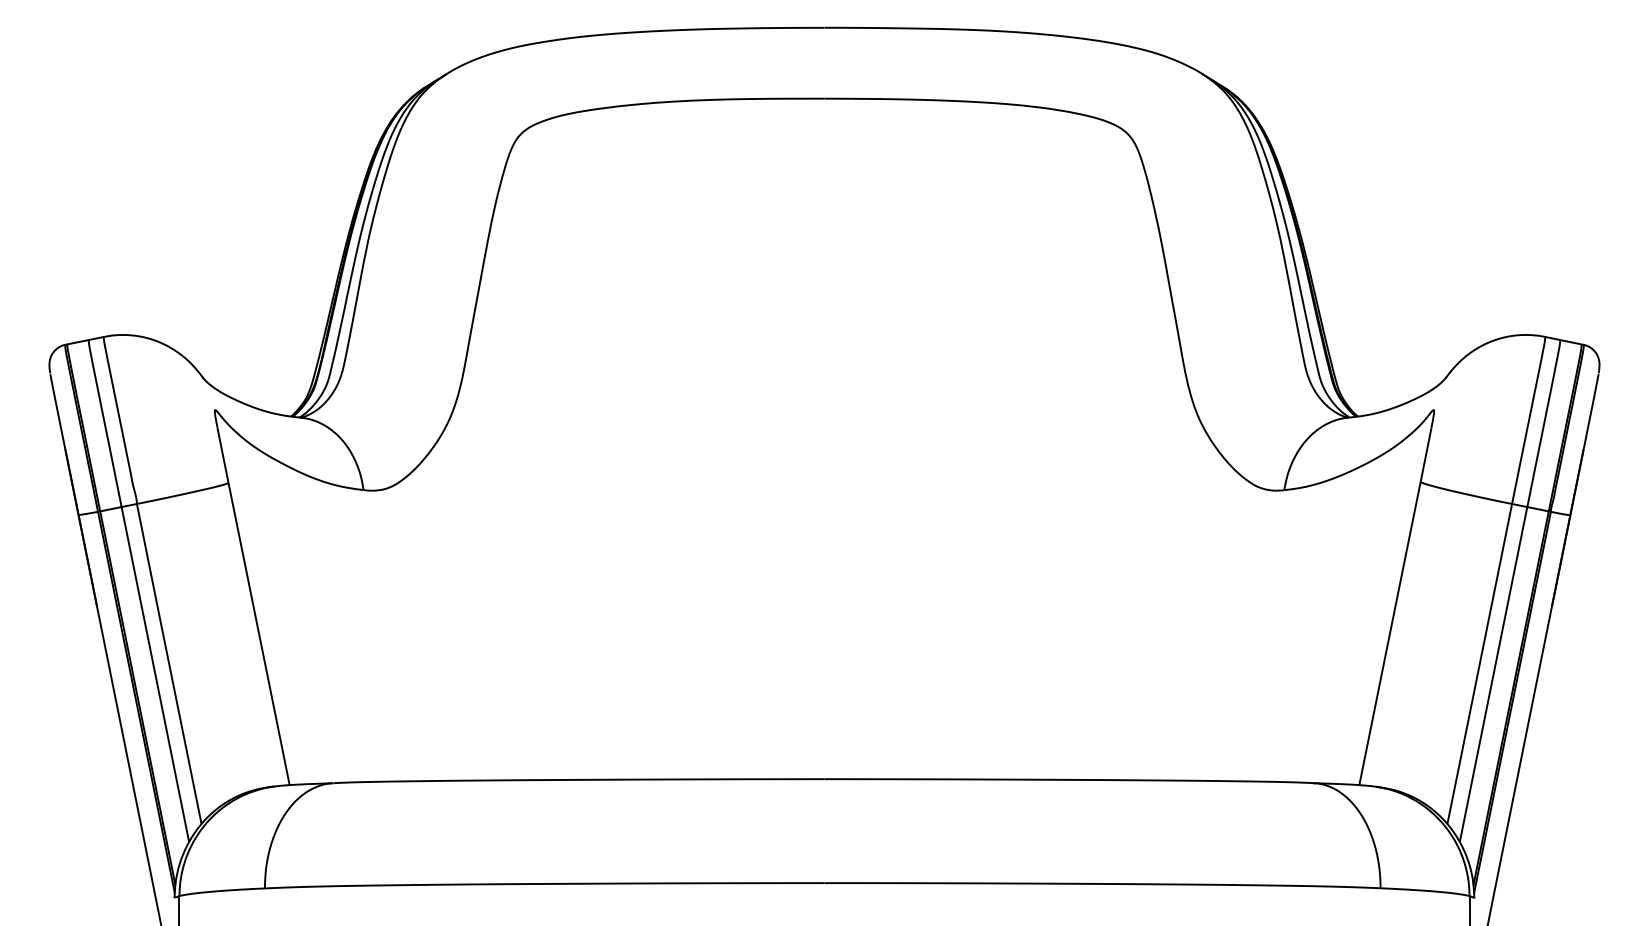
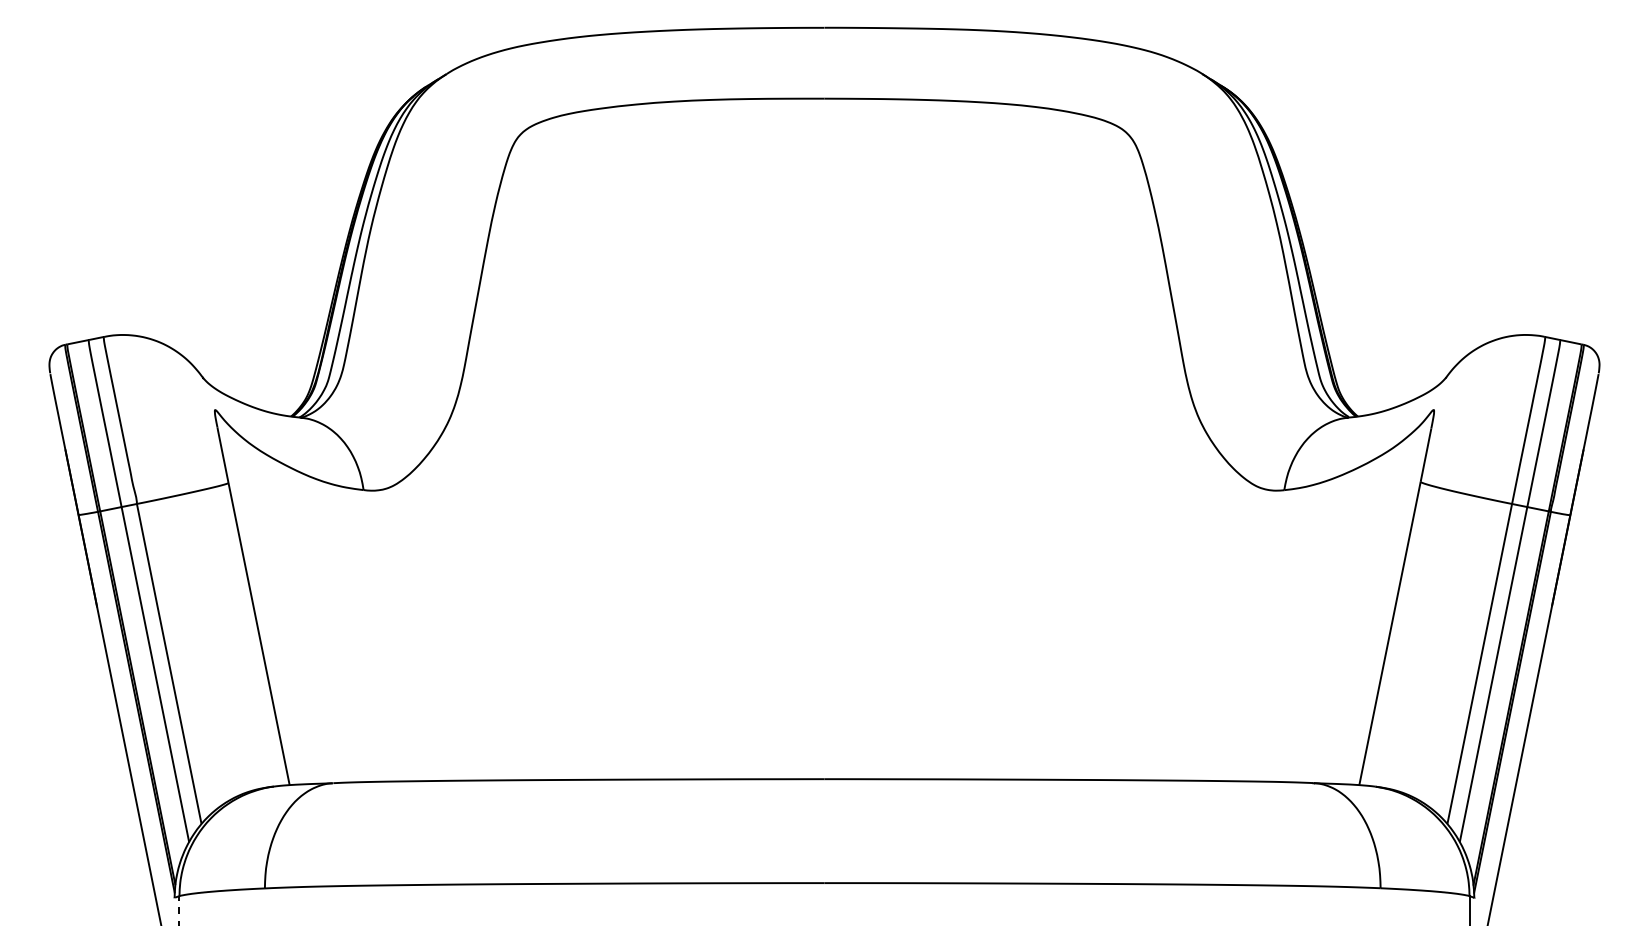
line at (179, 910): solid -> dashed
